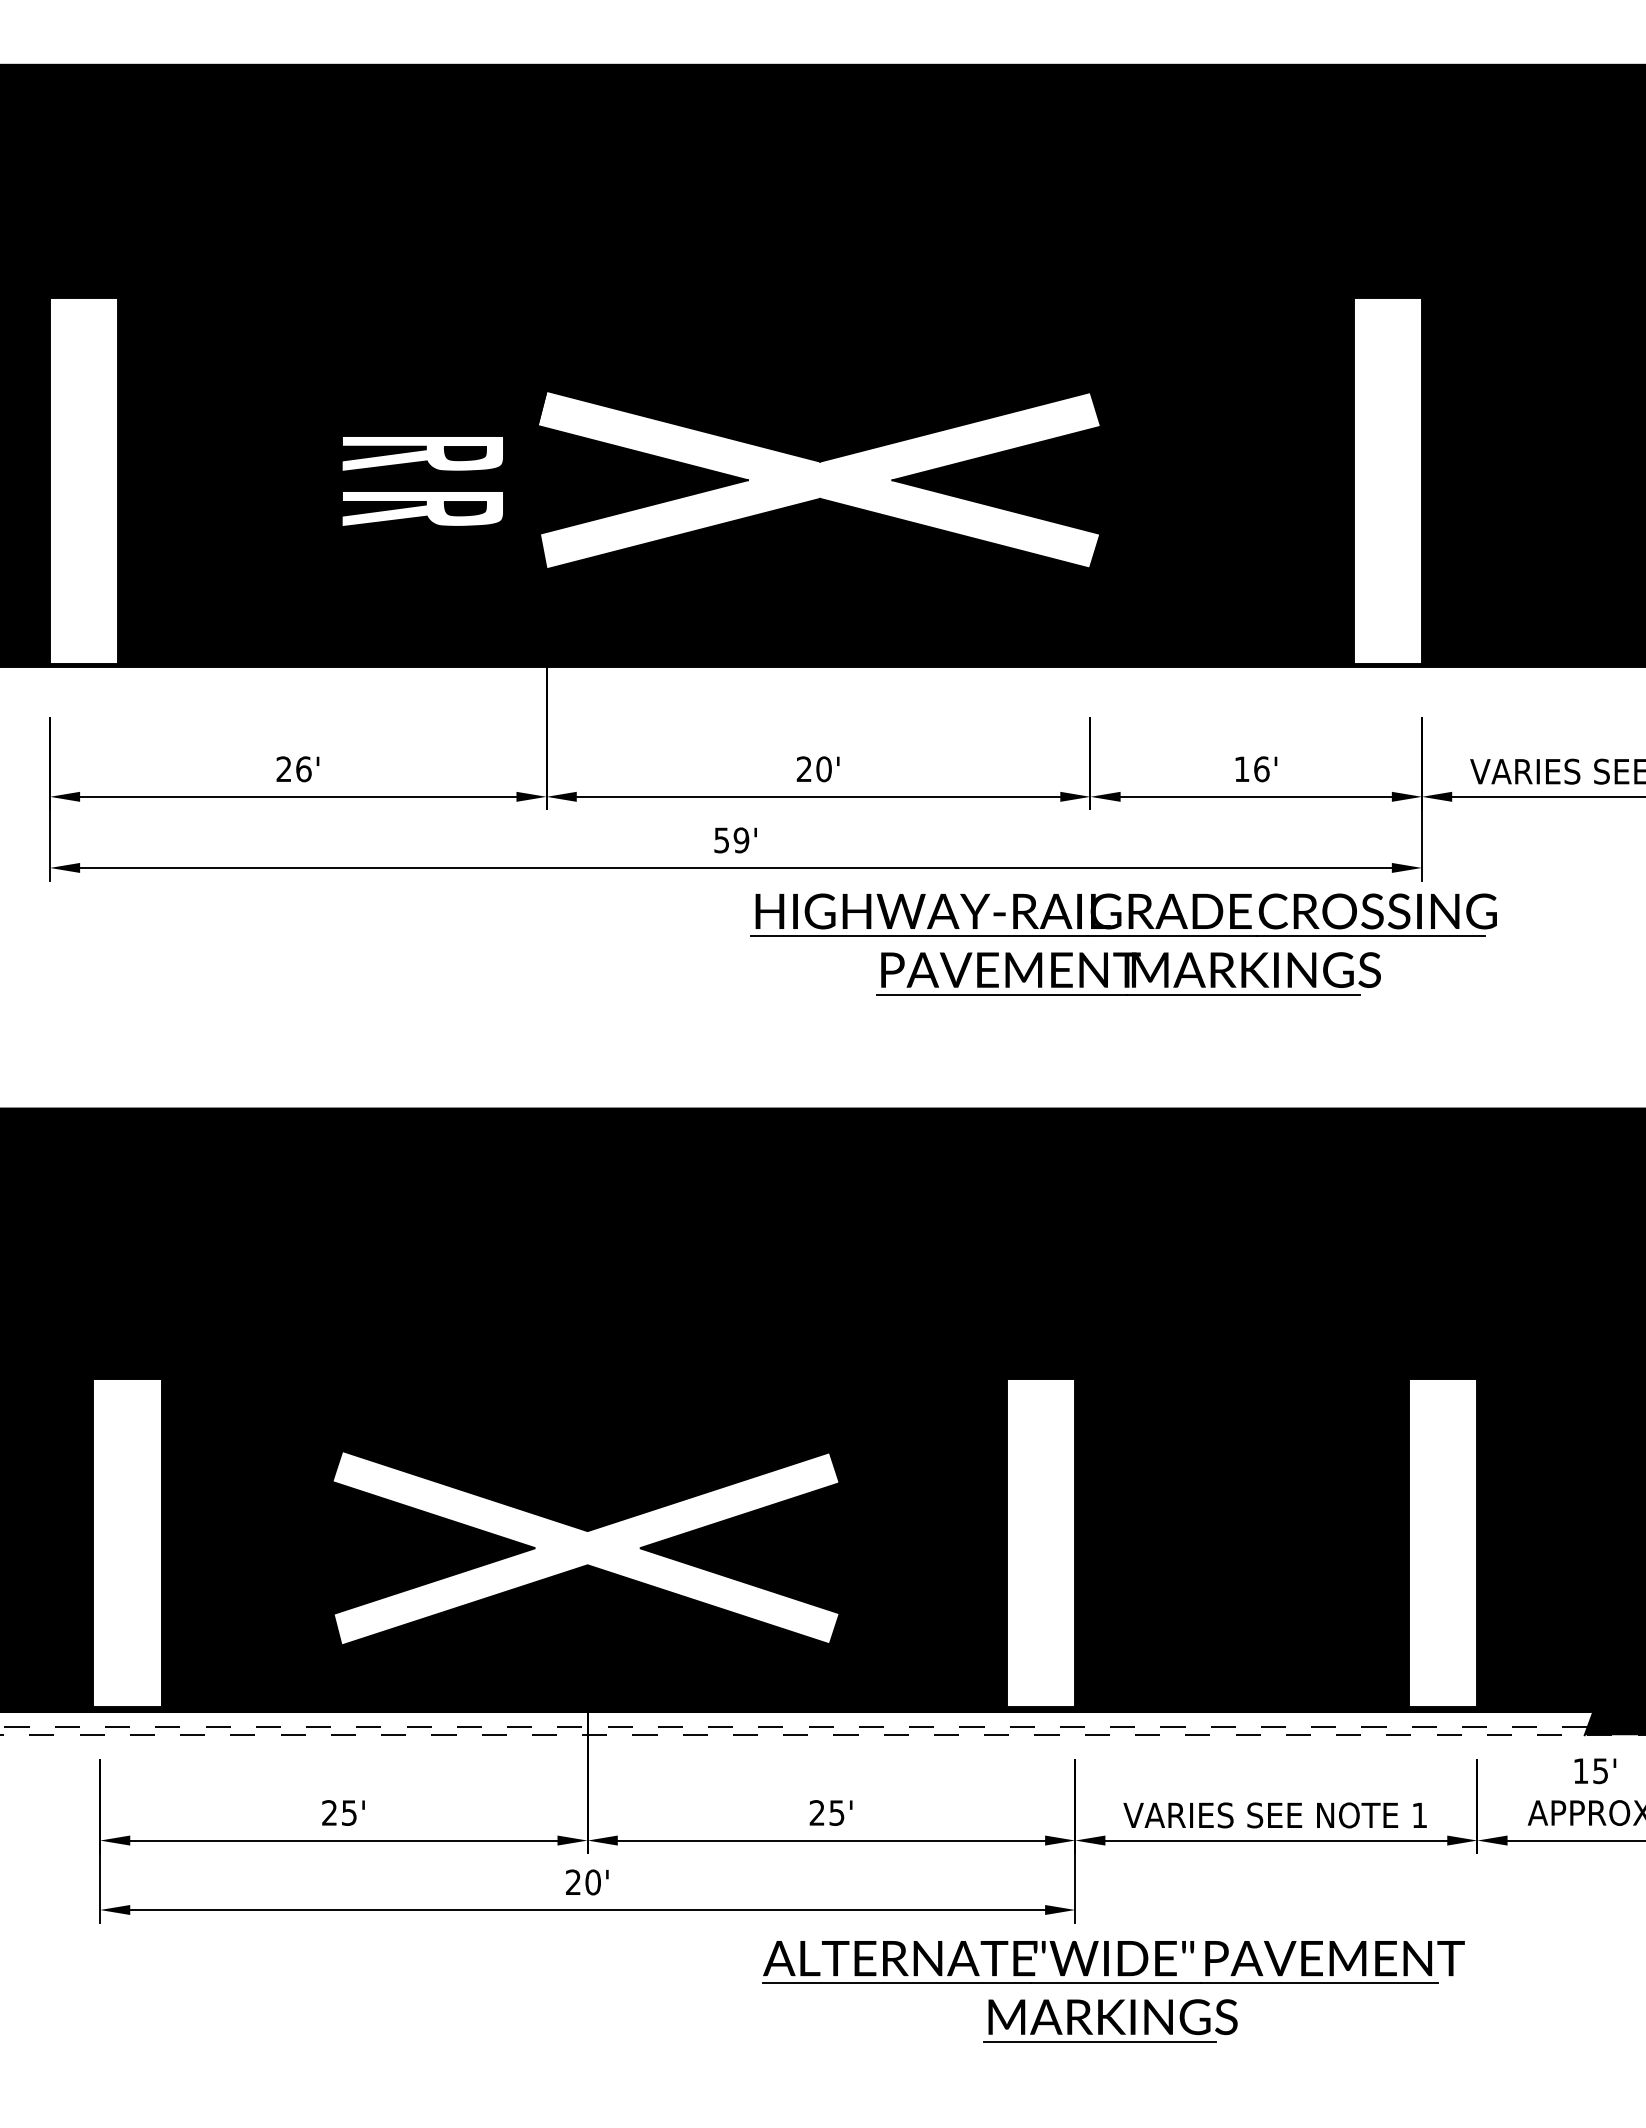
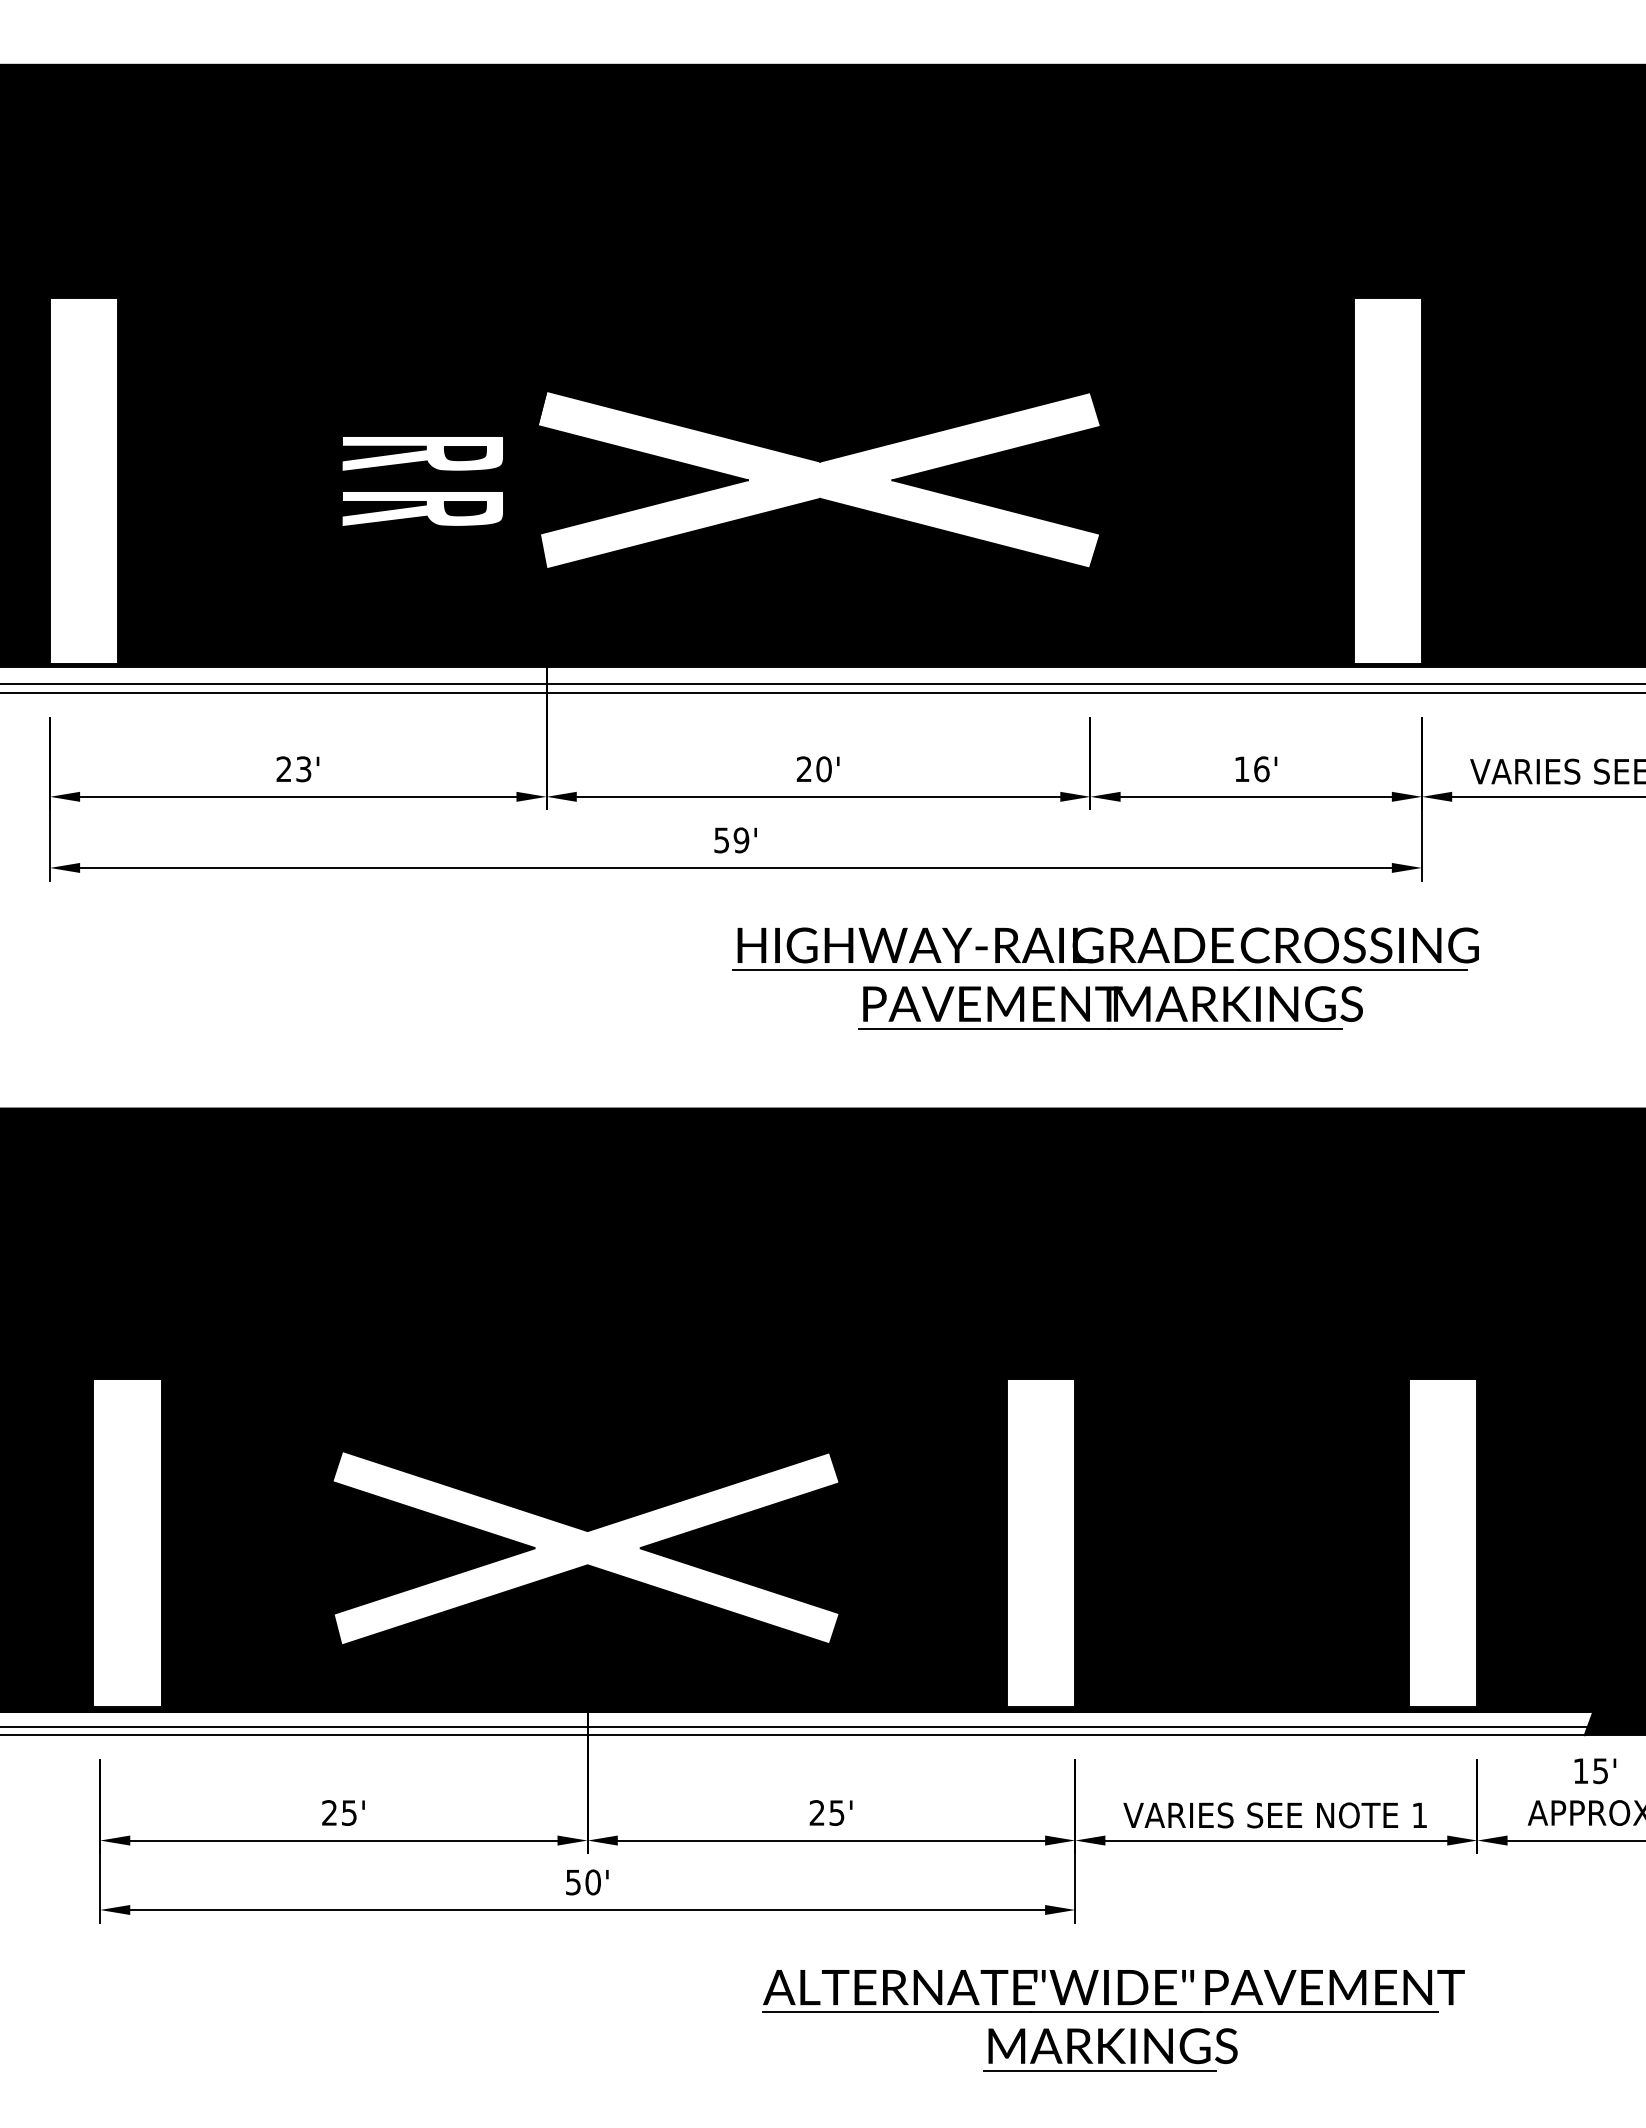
line at (822, 684): none -> present
line at (822, 693): none -> present
text at (303, 769): 26' -> 23'
part at (1123, 936) position: (1123, 936) -> (1105, 970)
line at (793, 1727): dashed -> solid
line at (823, 1735): dashed -> solid
text at (573, 1882): 20' -> 50'
part at (1113, 1983) position: (1113, 1983) -> (1113, 2012)
